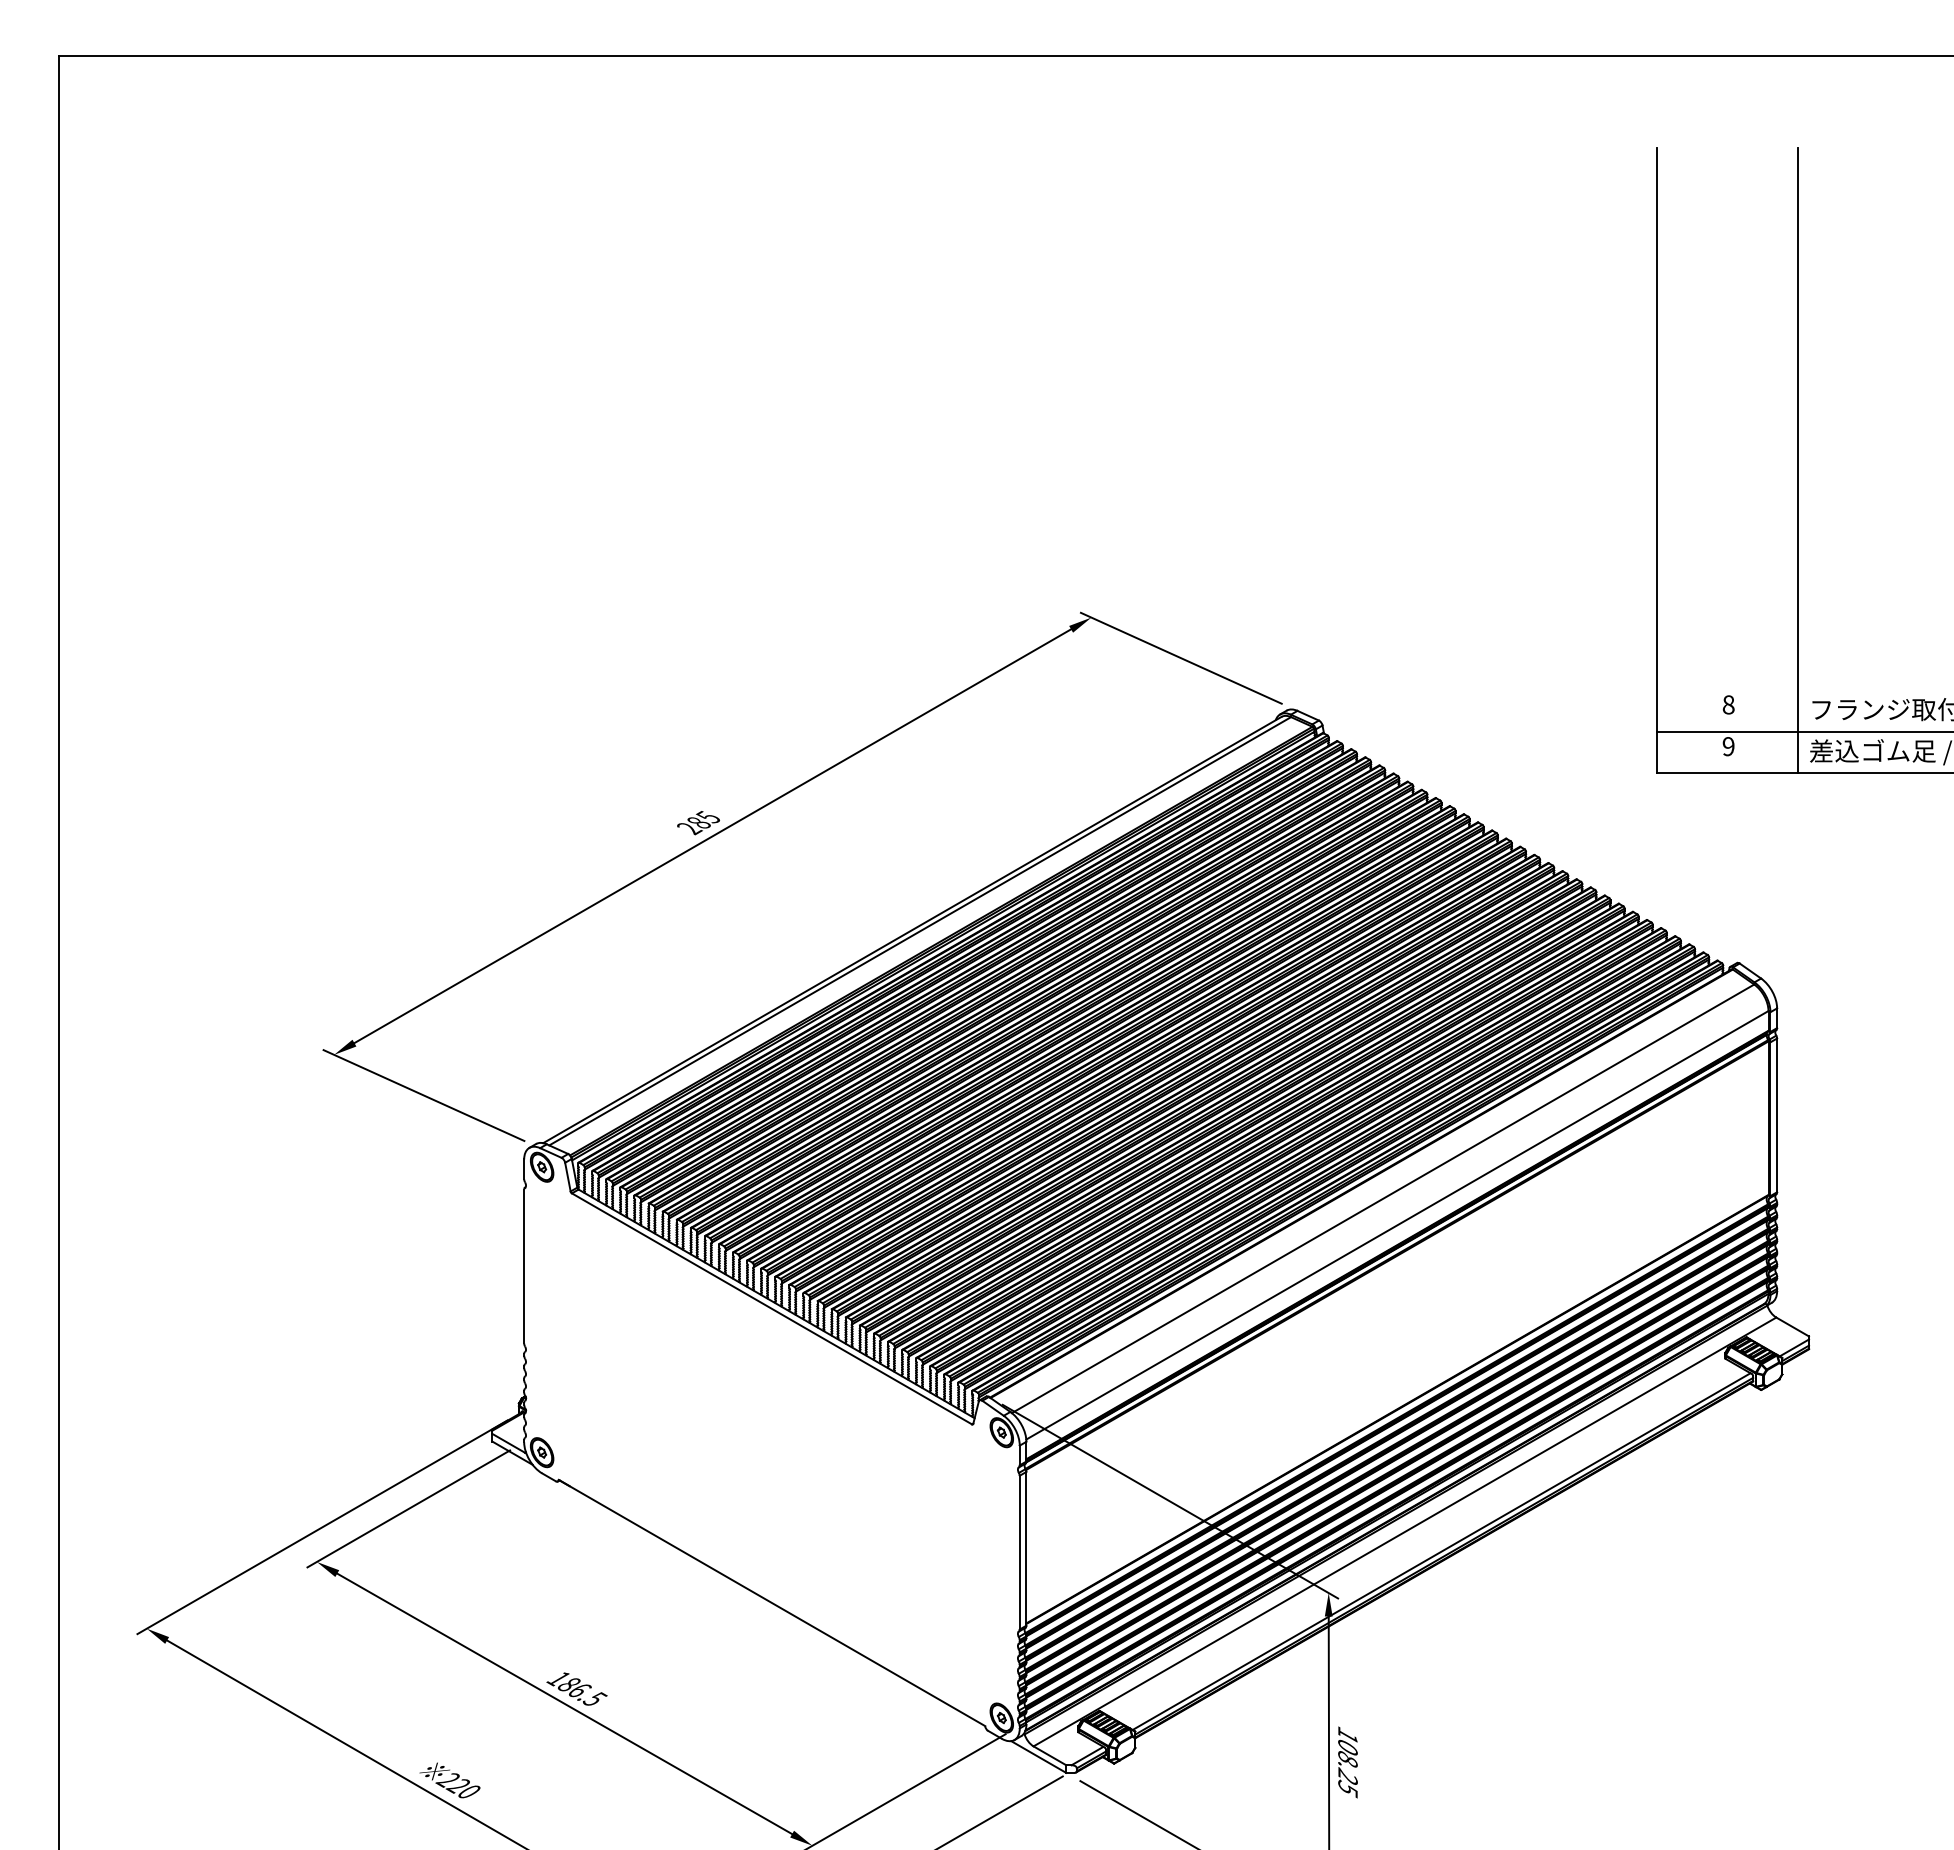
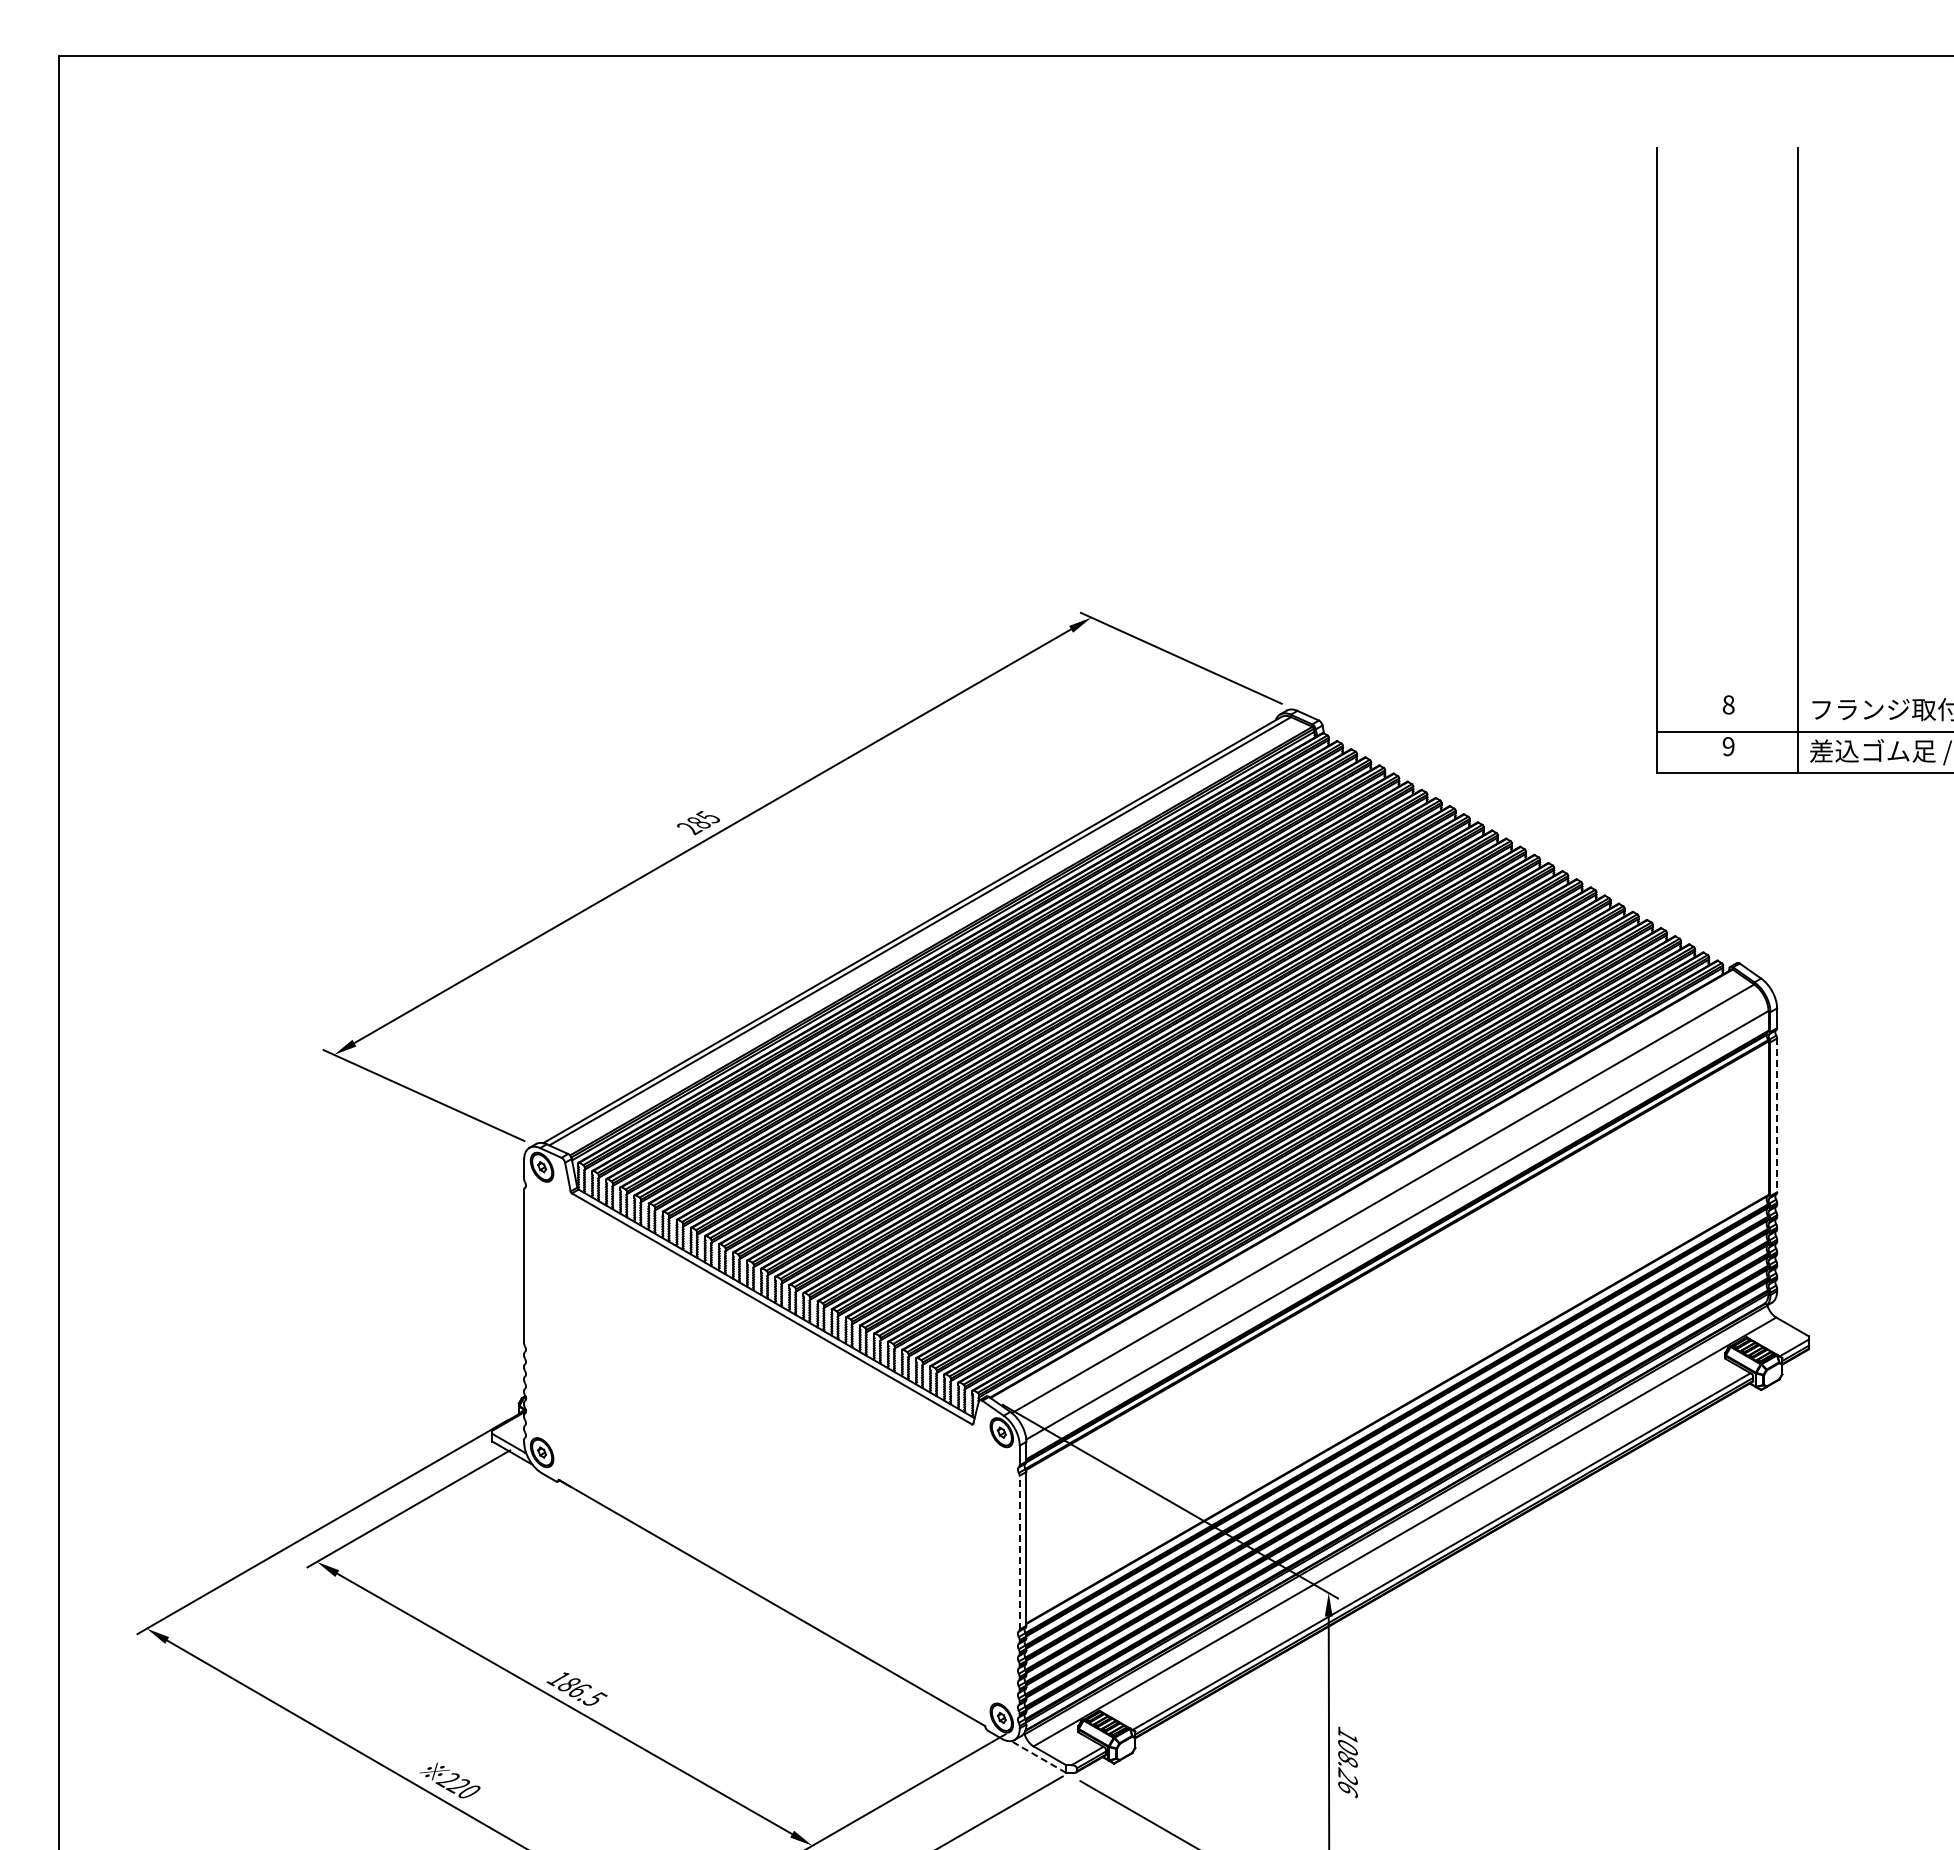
line at (1777, 1115): solid -> dashed
line at (1019, 1552): solid -> dashed
line at (1038, 1757): solid -> dashed
text at (1347, 1788): 108.25 -> 108.26
